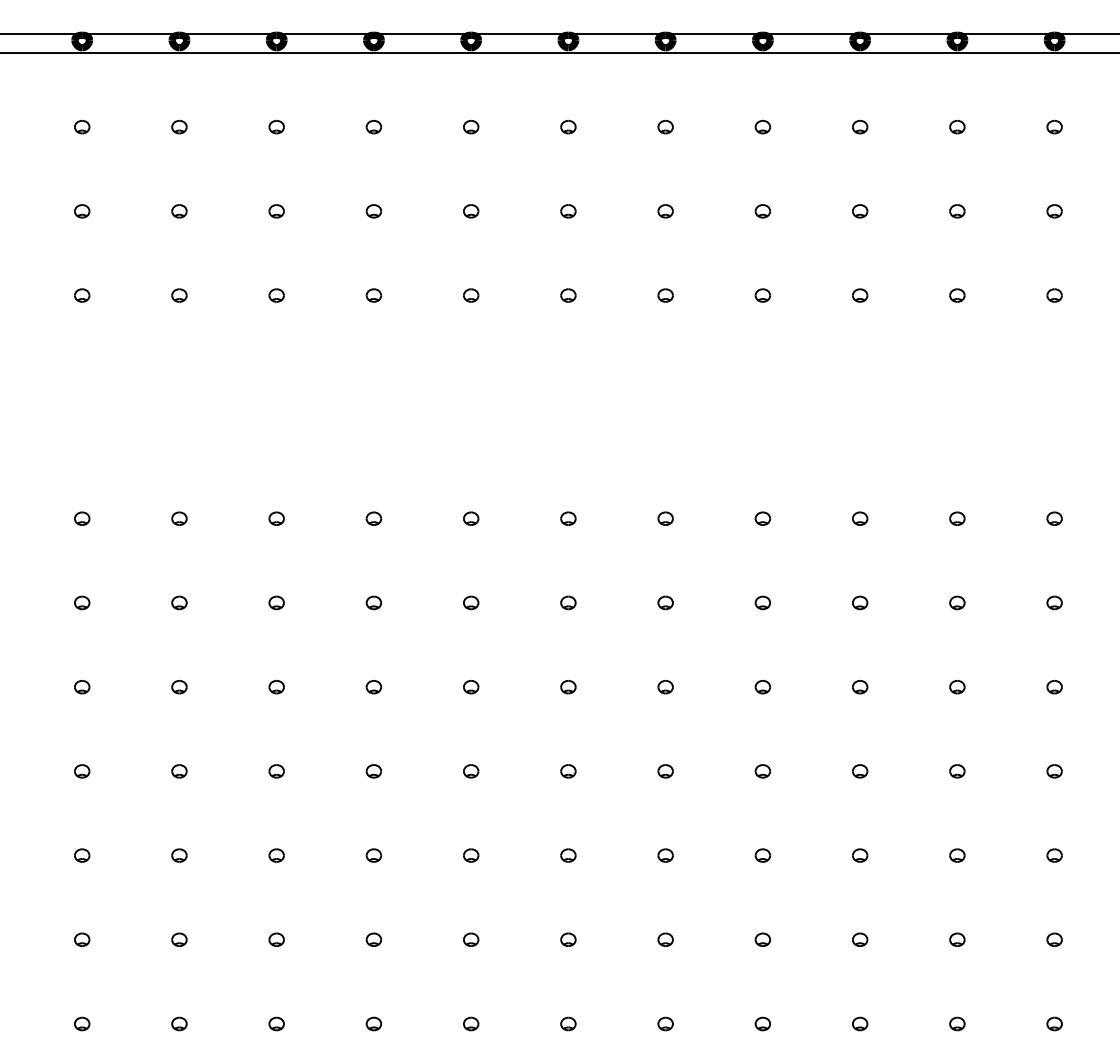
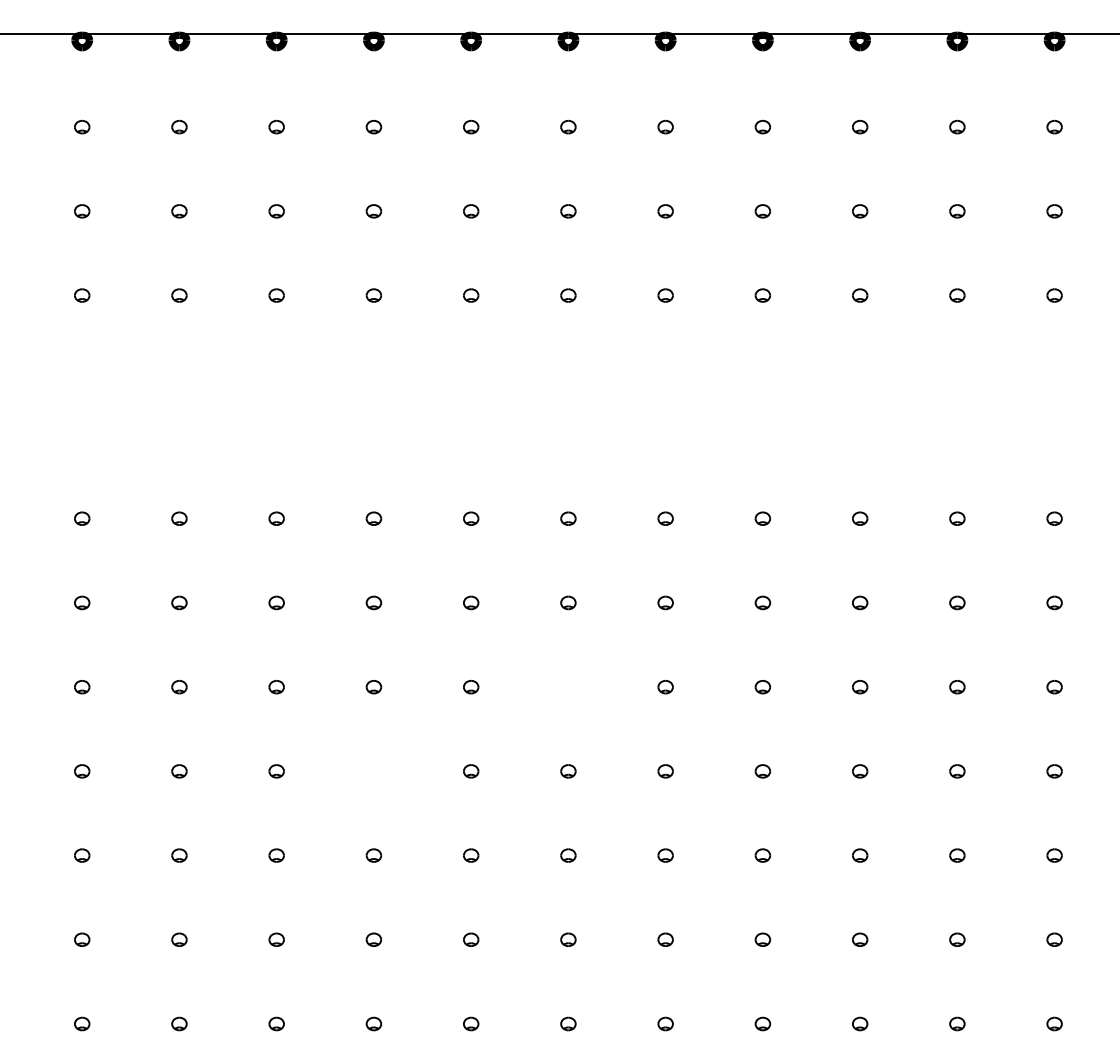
line at (559, 52): present -> none
part at (568, 687): present -> none
part at (373, 771): present -> none
